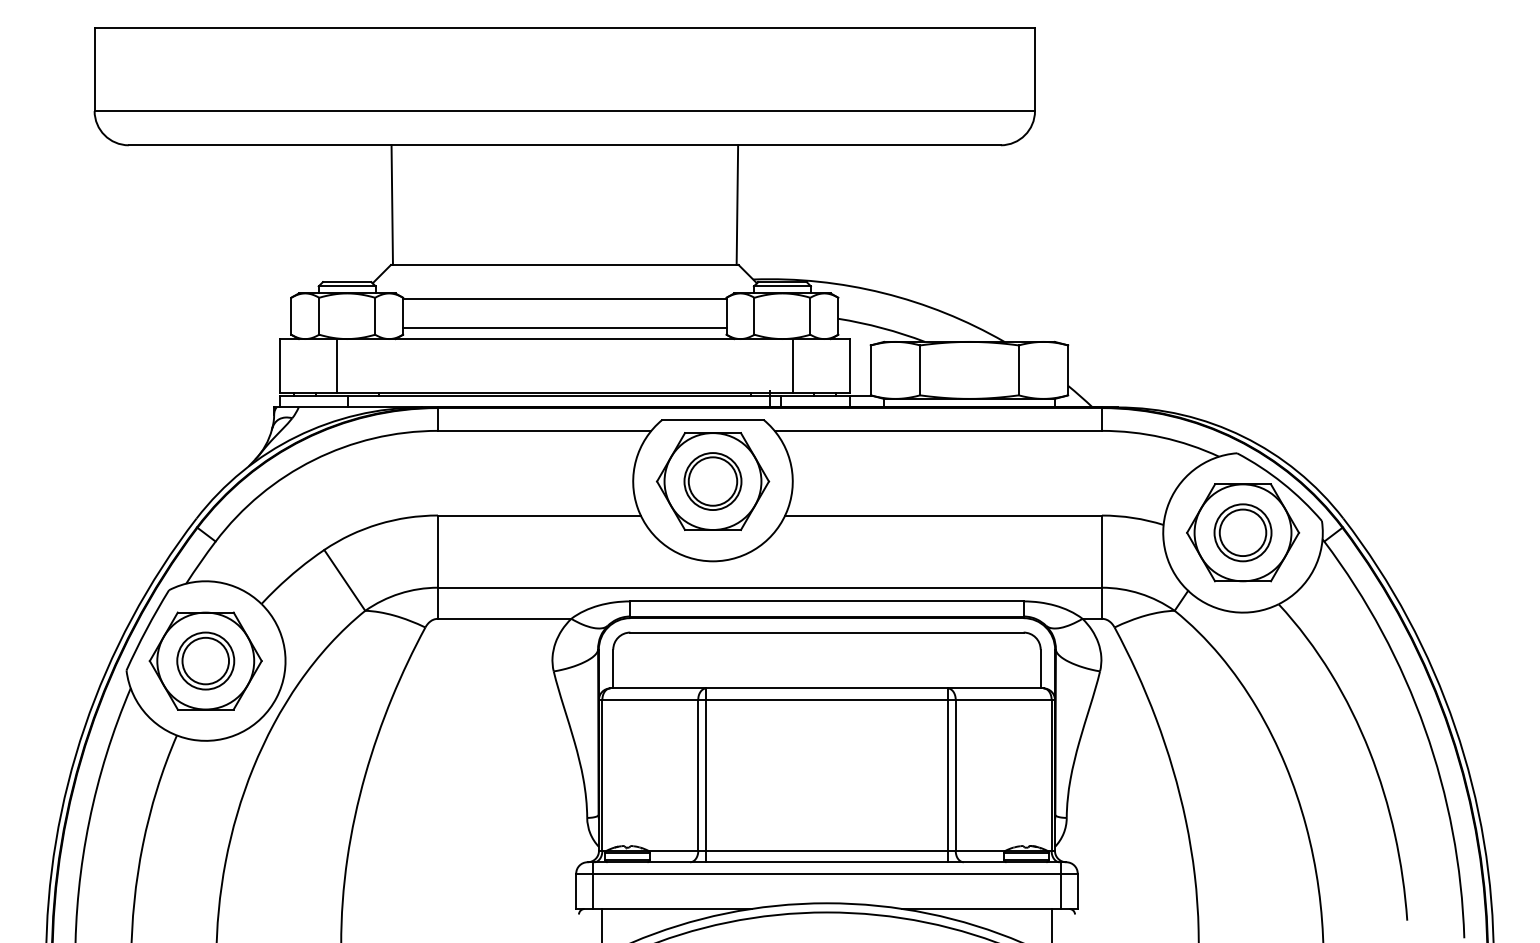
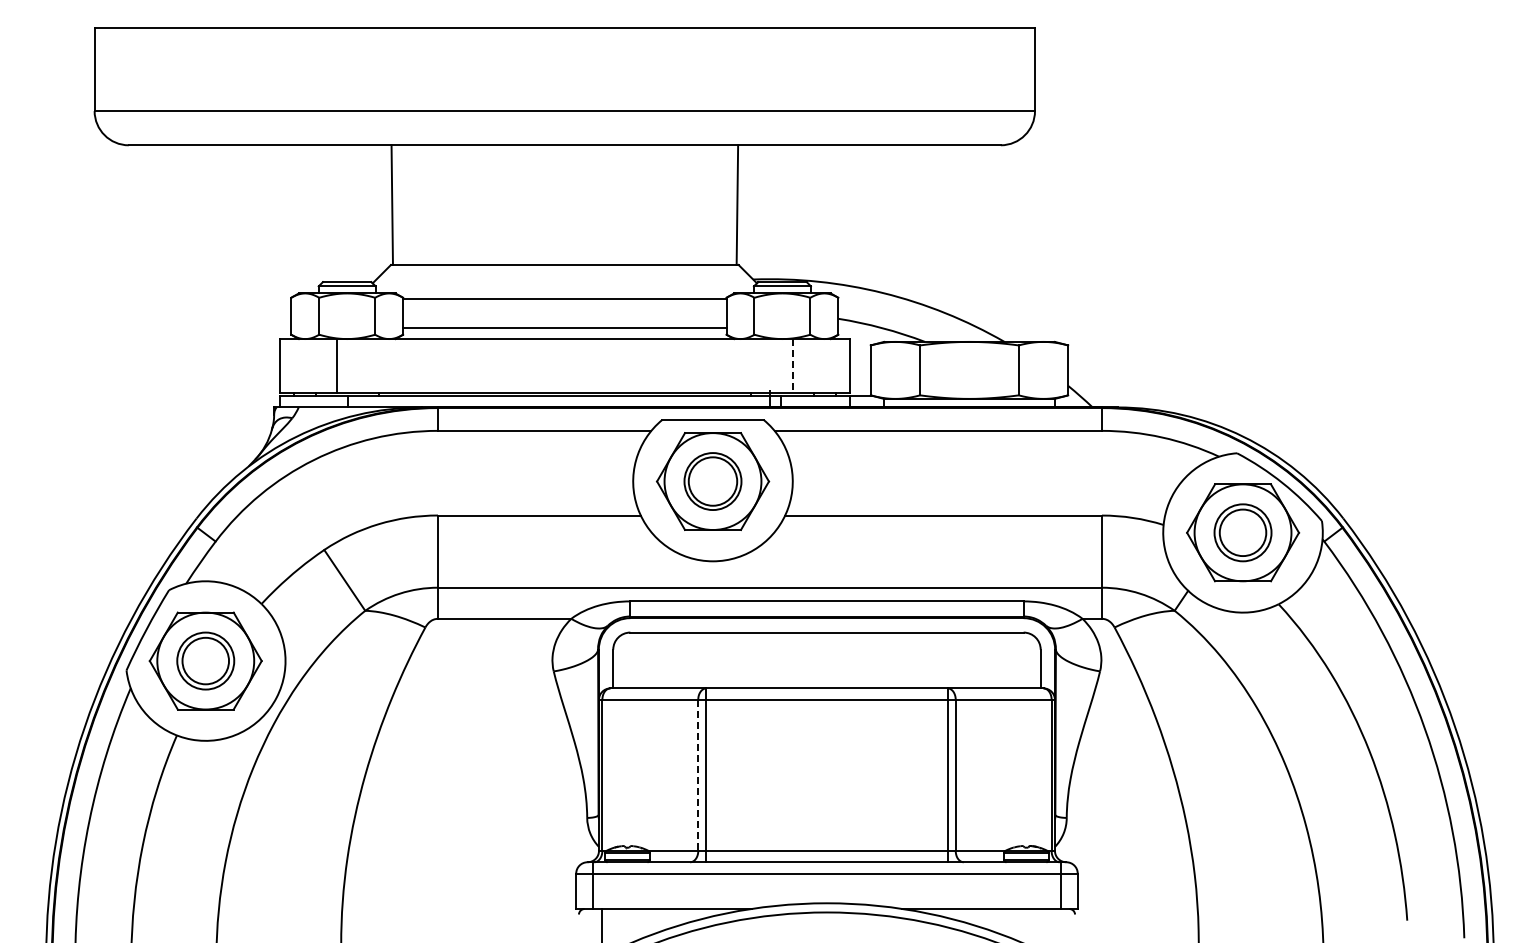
line at (792, 366): solid -> dashed
line at (698, 775): solid -> dashed
line at (1052, 923): present -> none
